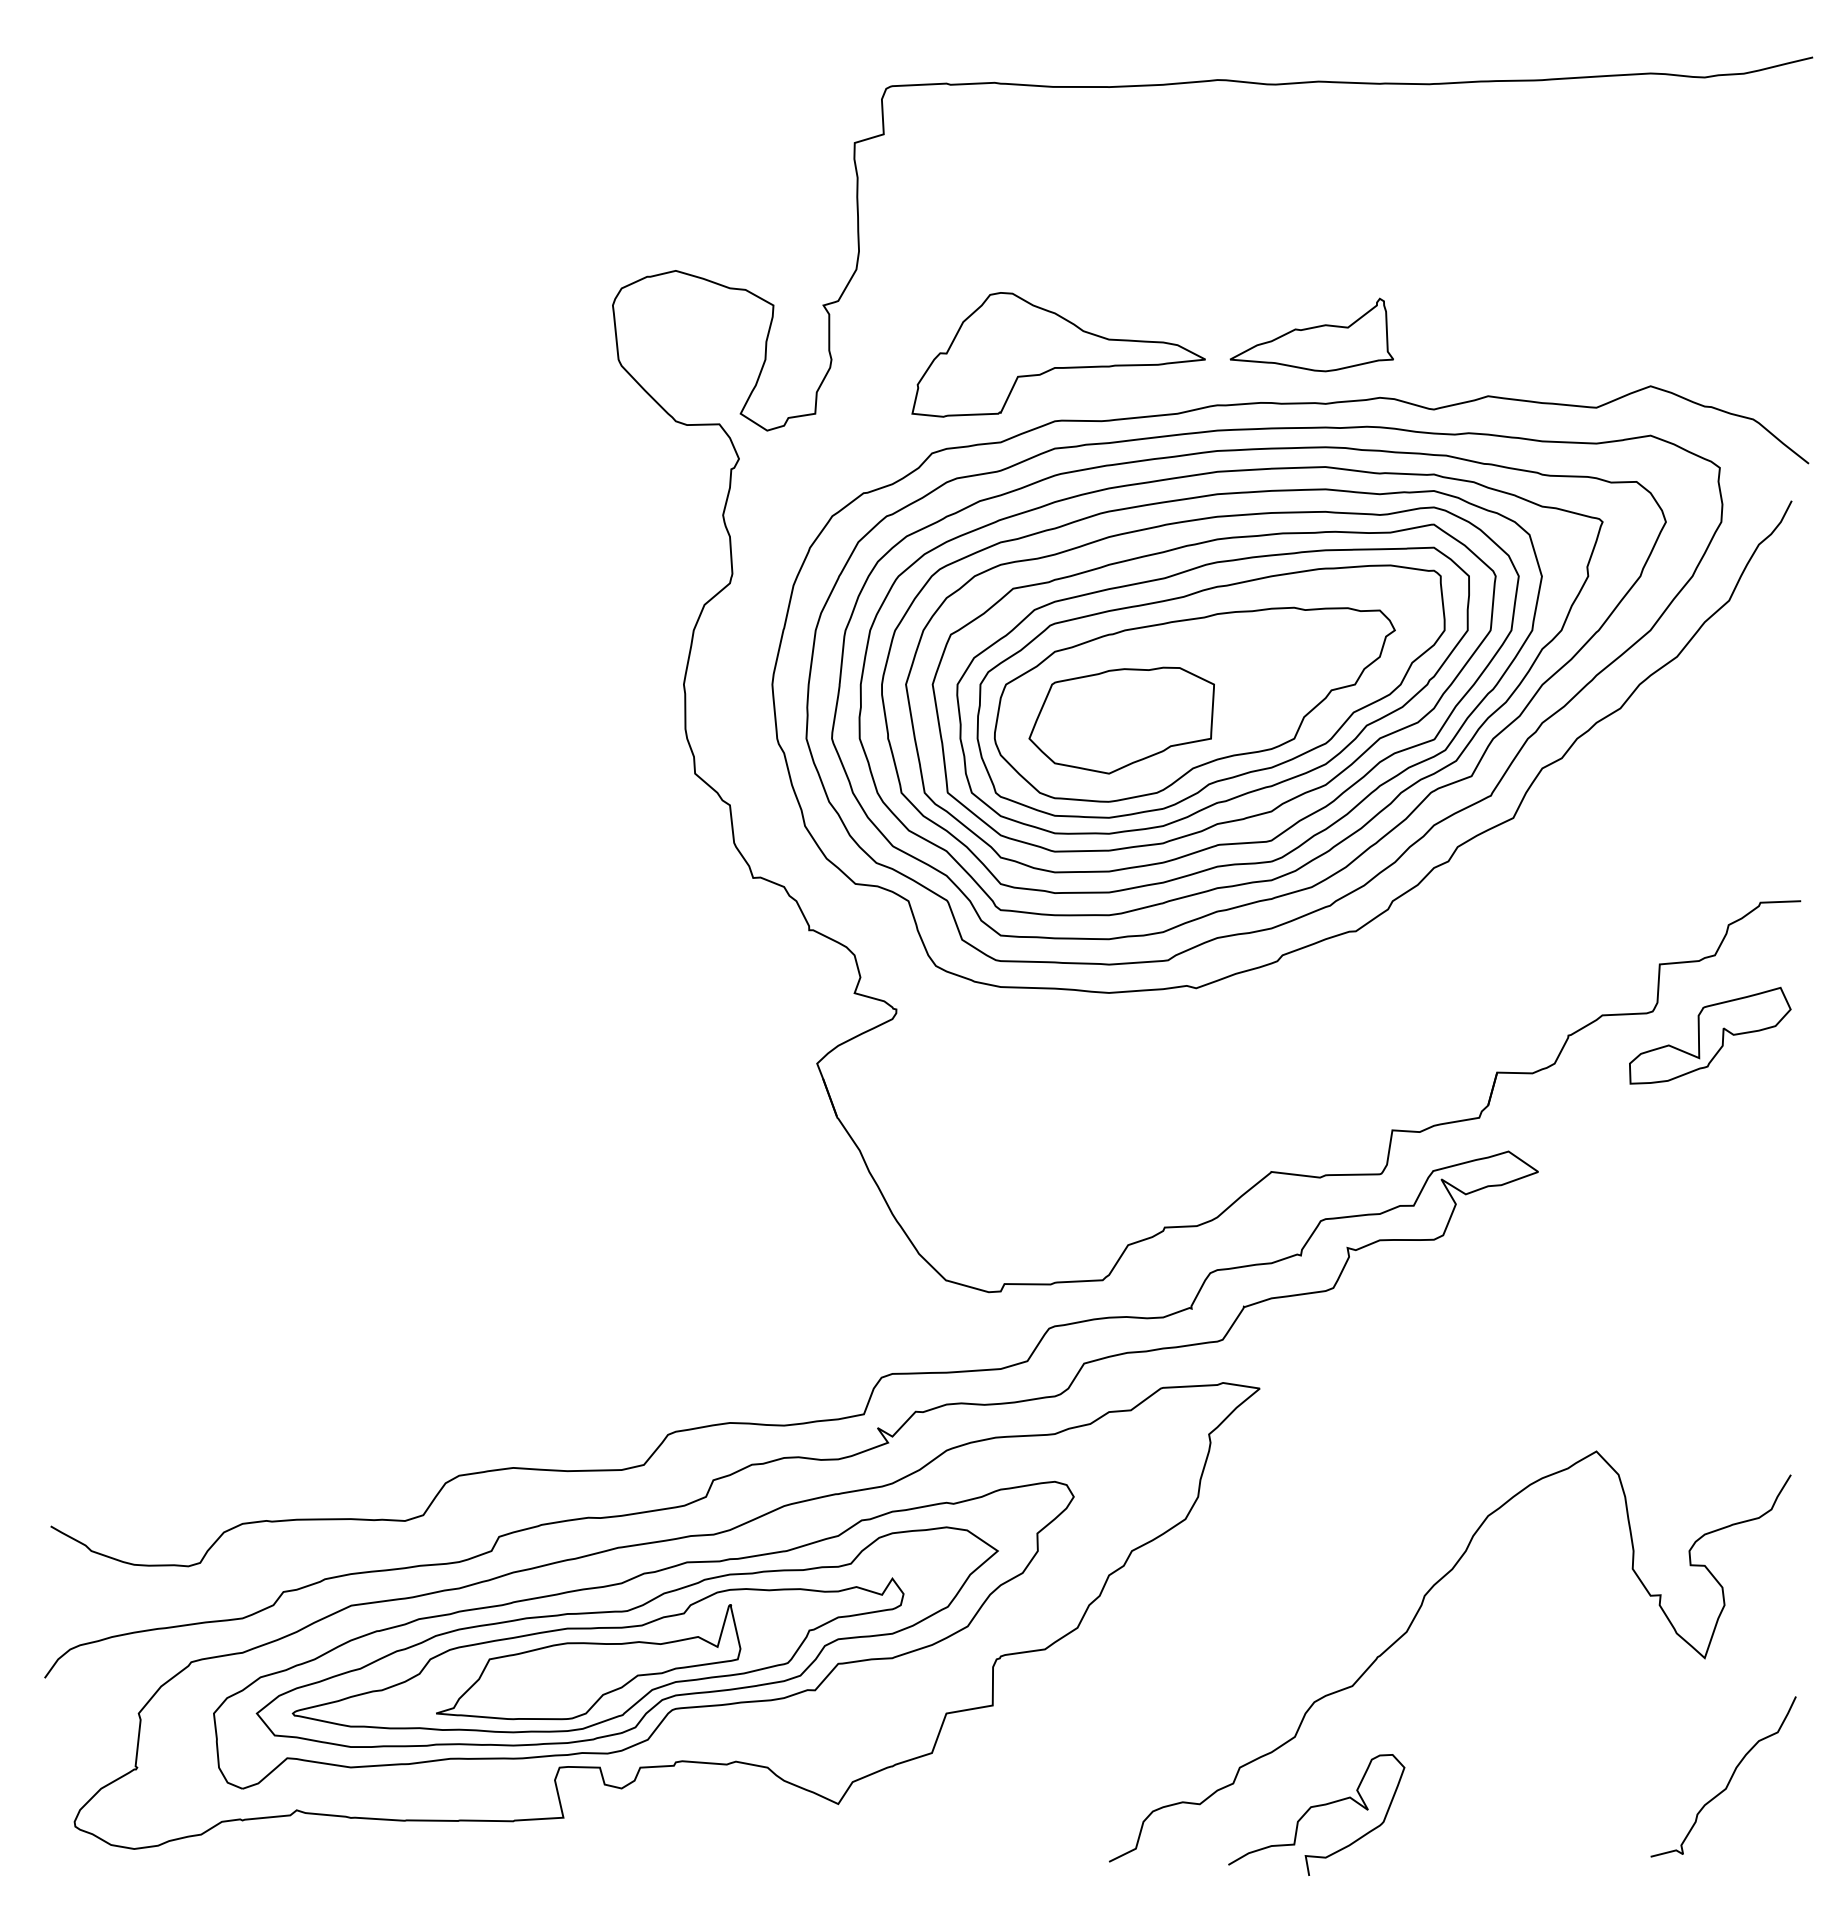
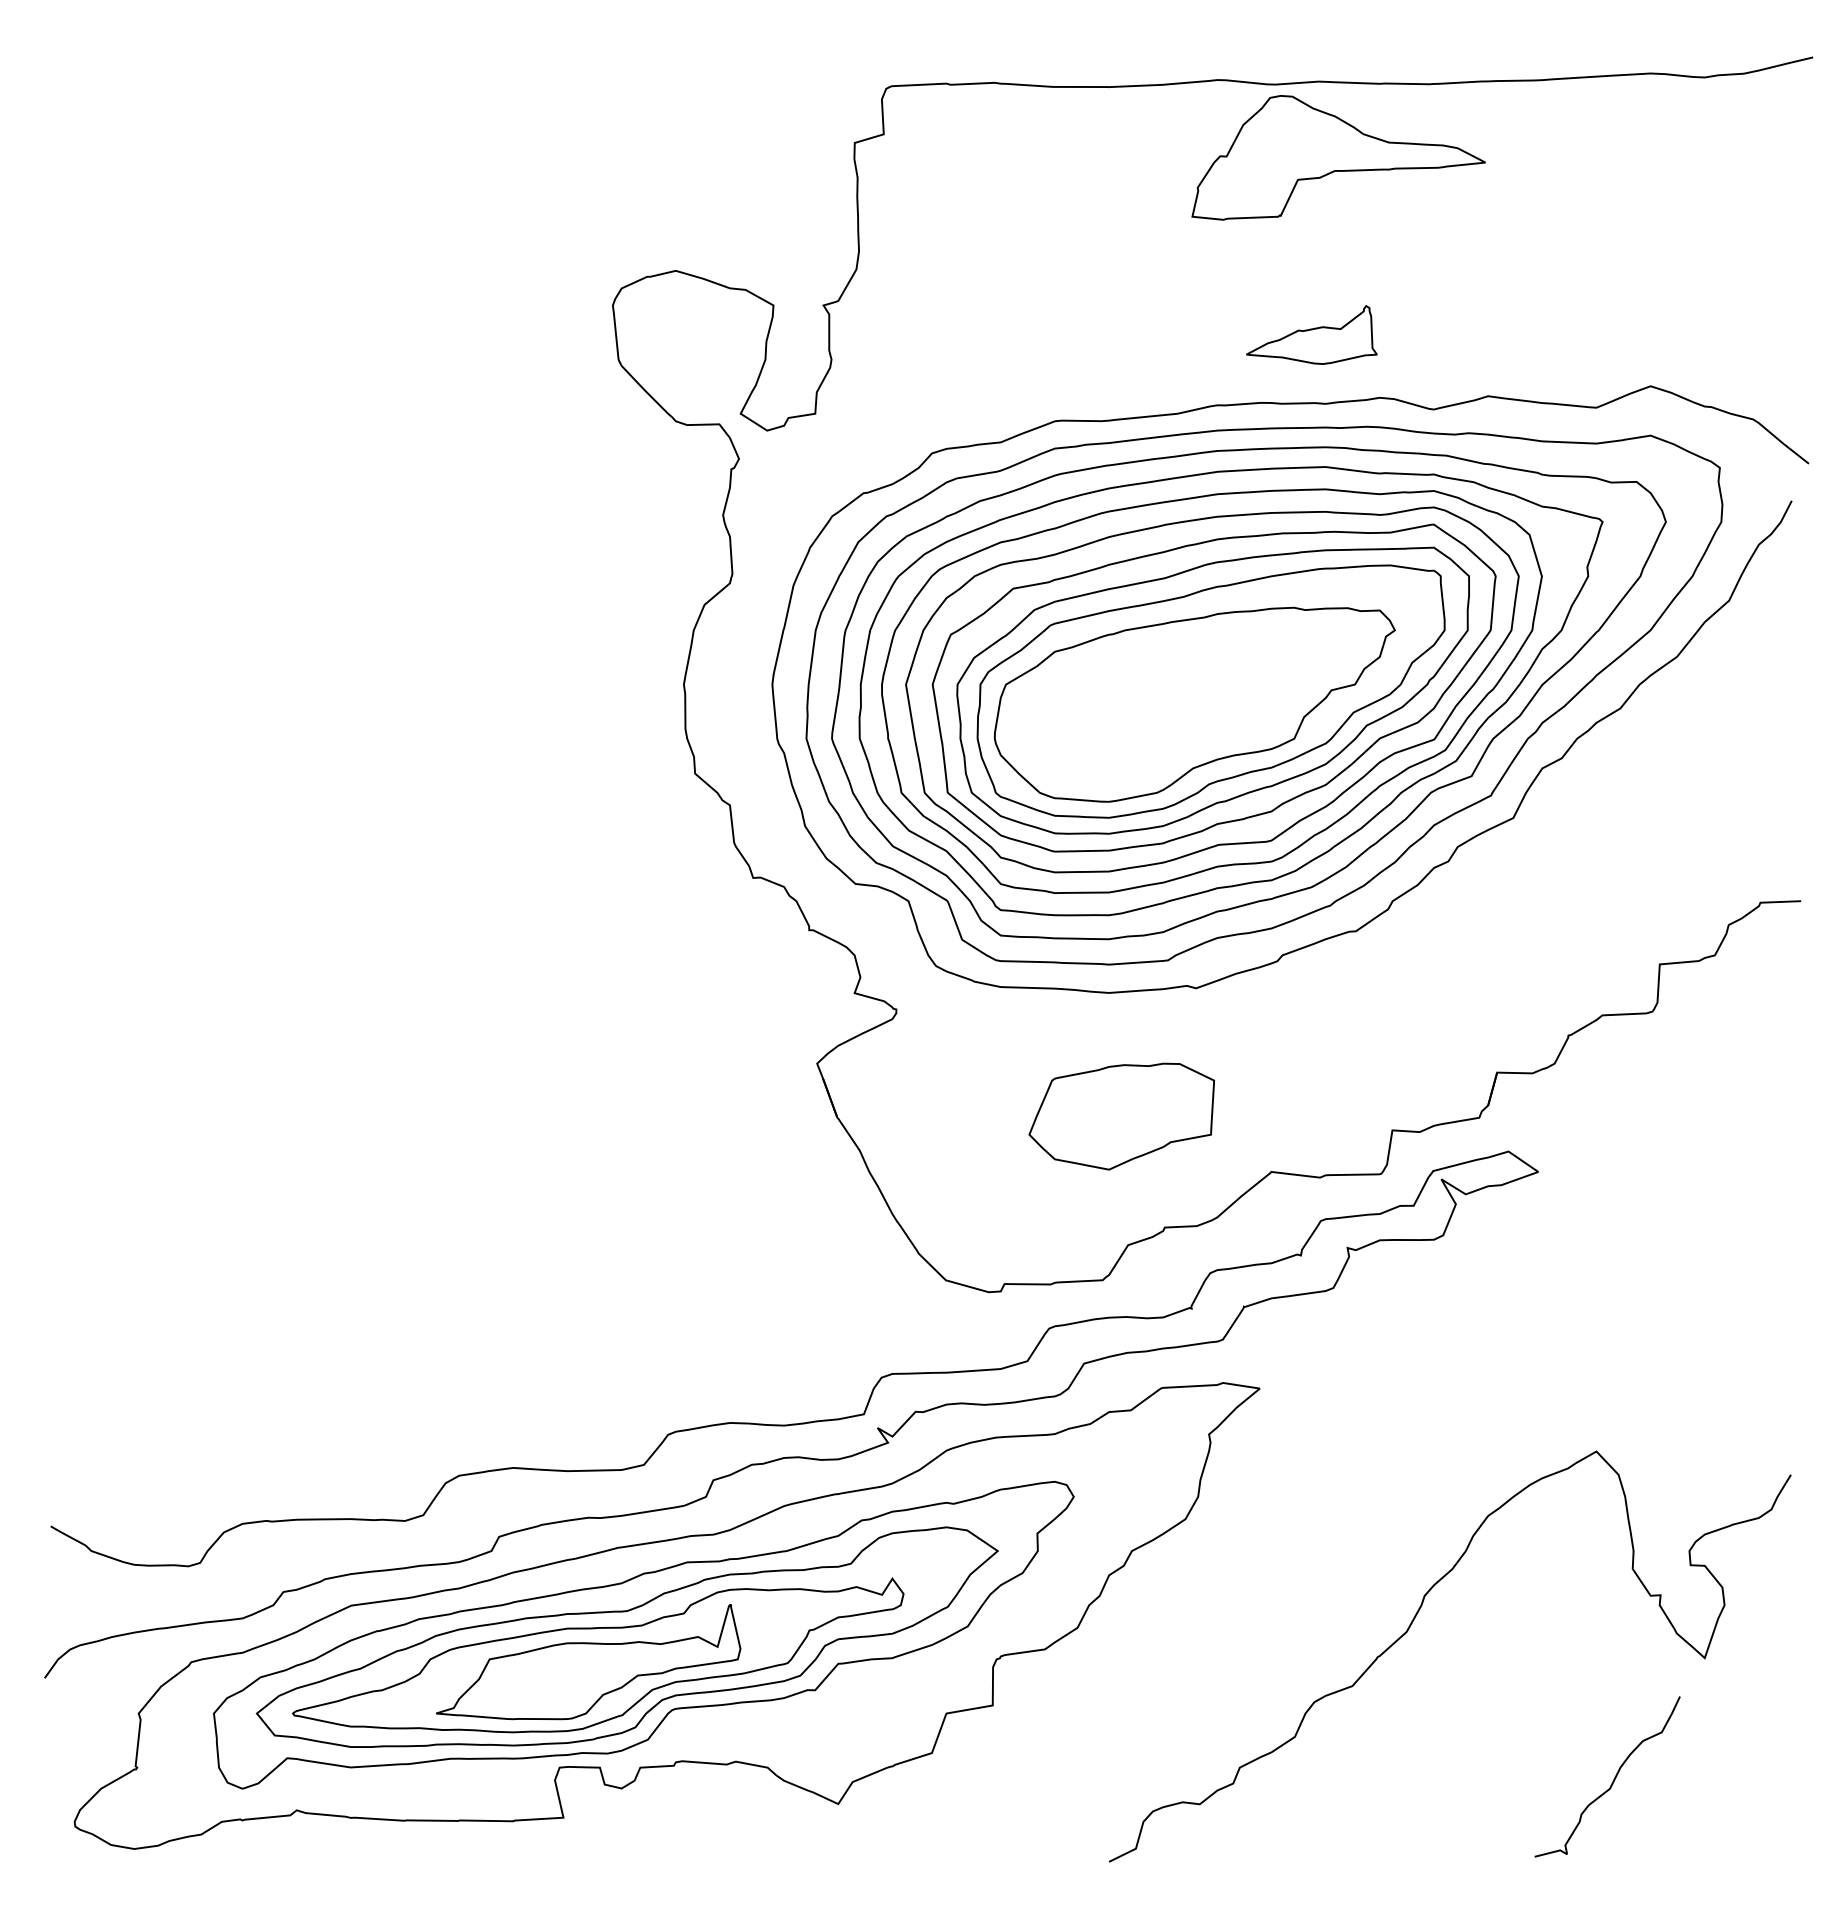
part at (1311, 334) size: 165x76 px -> 132x60 px
part at (1058, 354) position: (1058, 354) -> (1338, 157)
part at (1121, 720) position: (1121, 720) -> (1121, 1116)
part at (1710, 1035): present -> none
curve at (1729, 1779) position: (1729, 1779) -> (1613, 1779)
curve at (1316, 1807): present -> none
